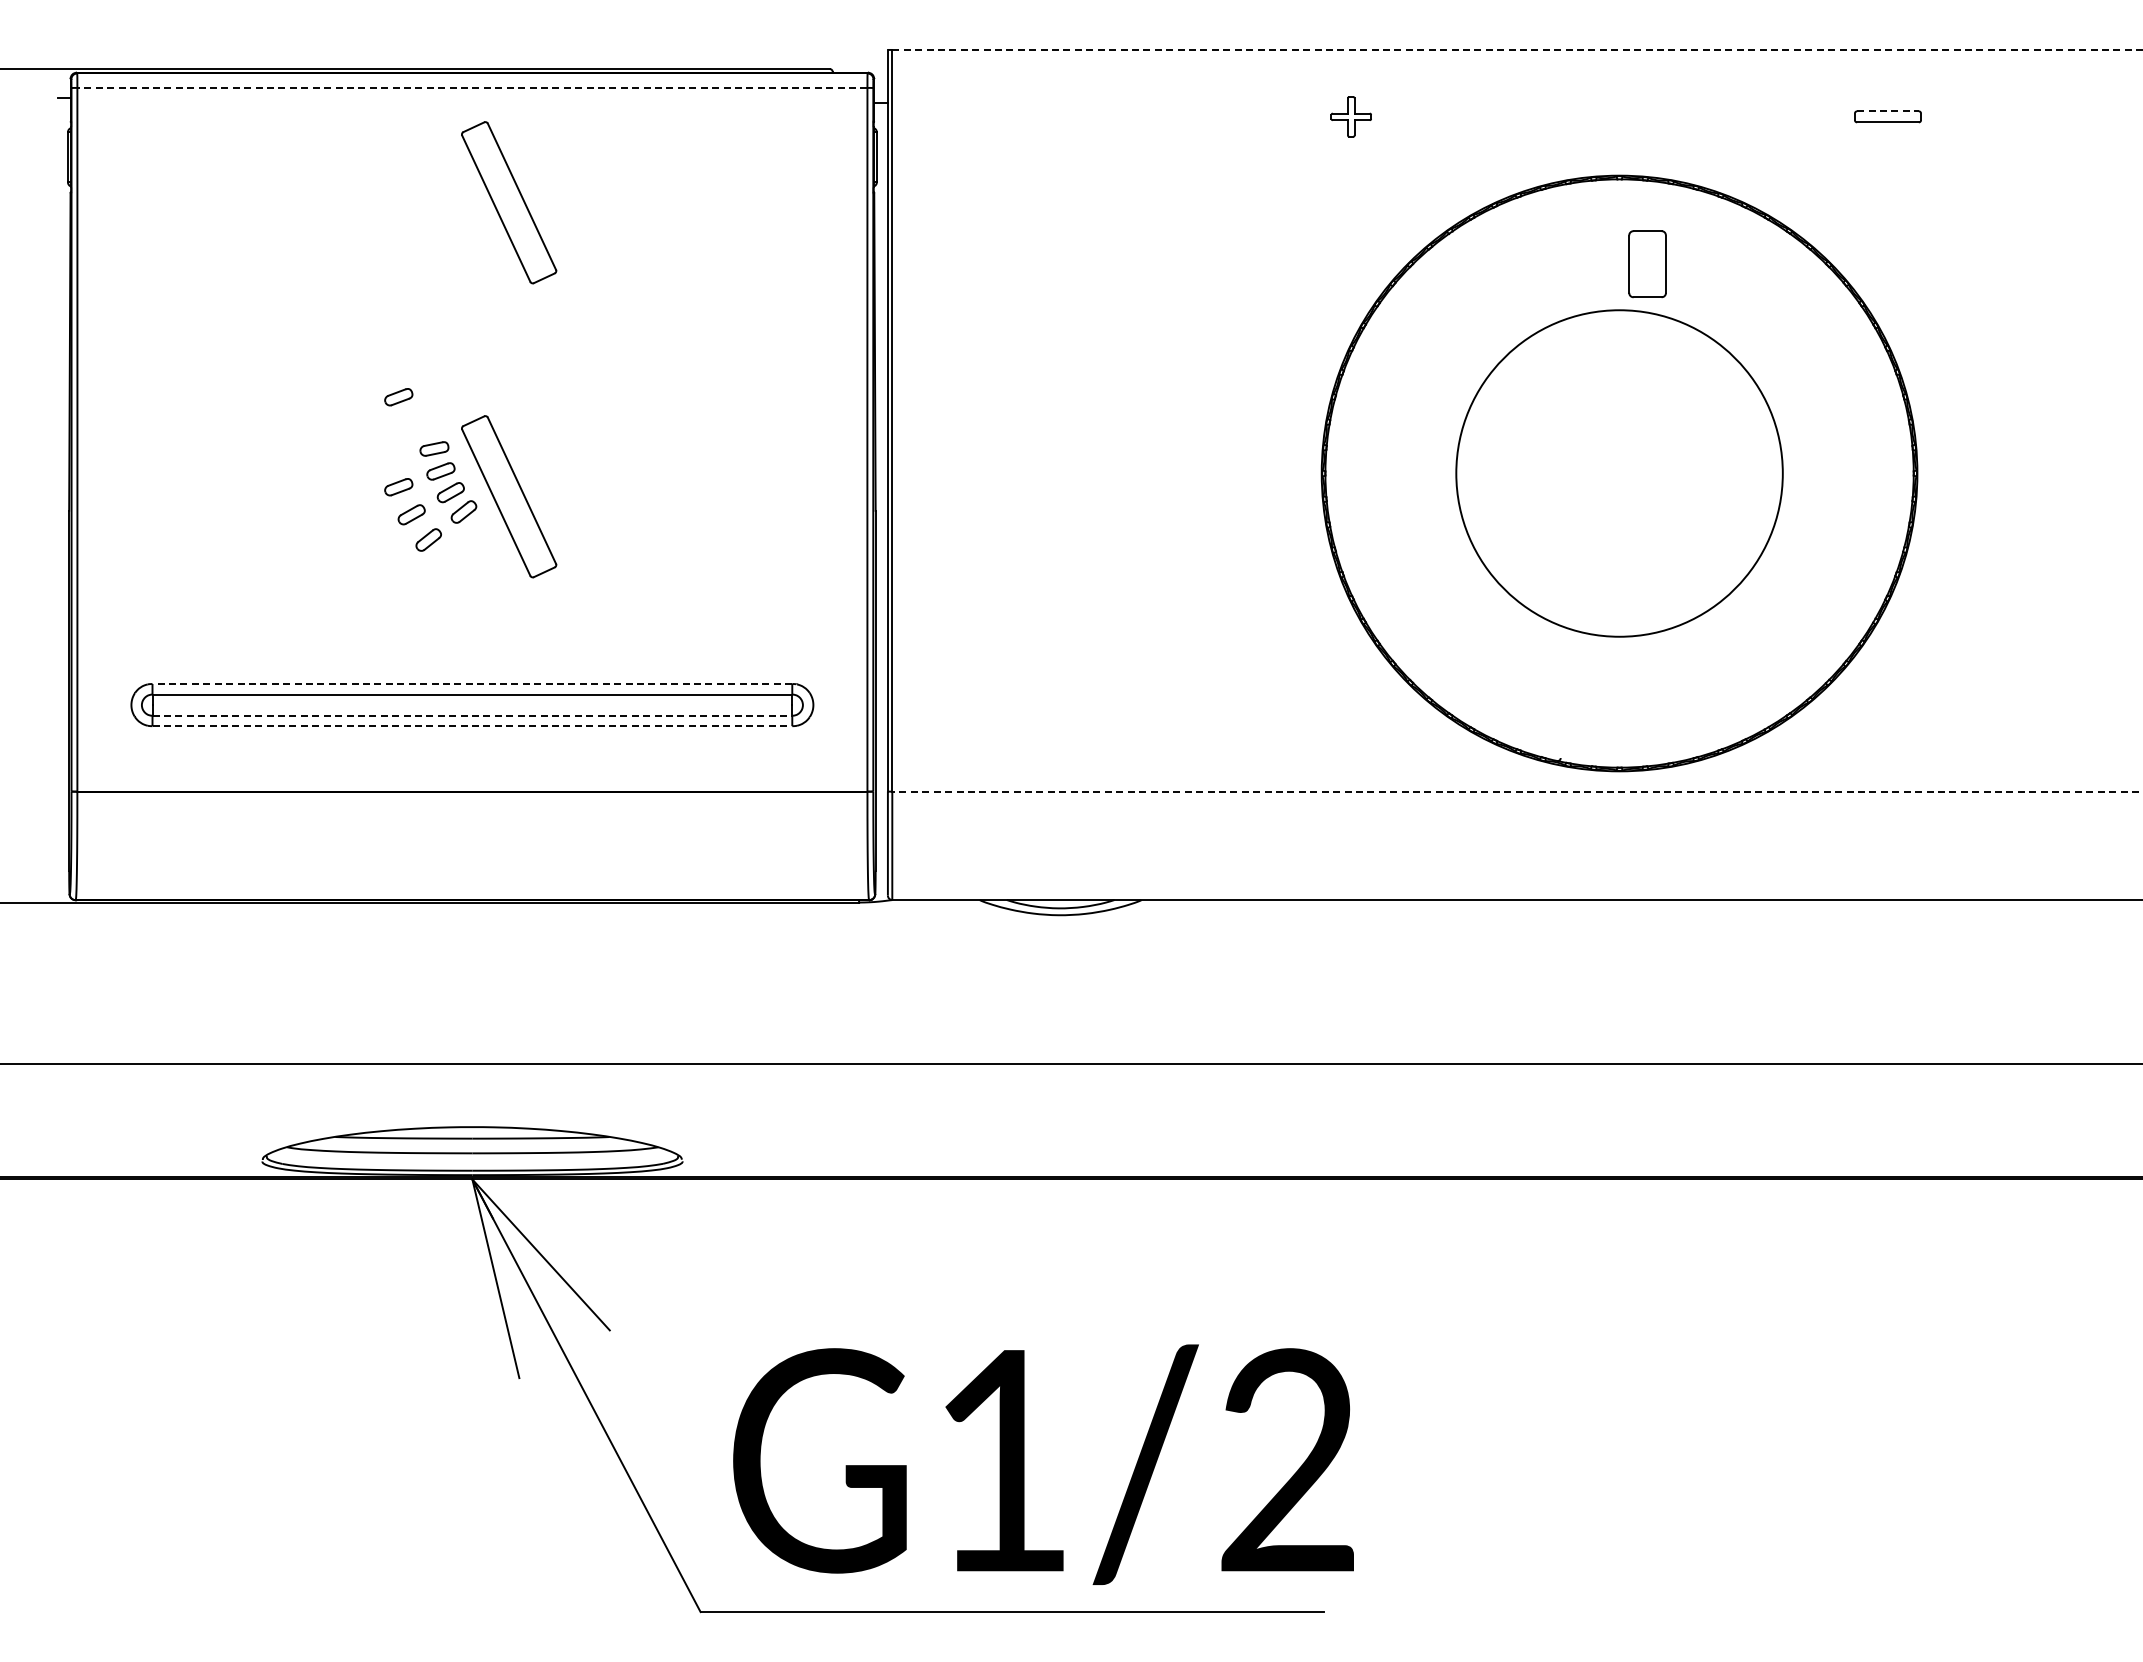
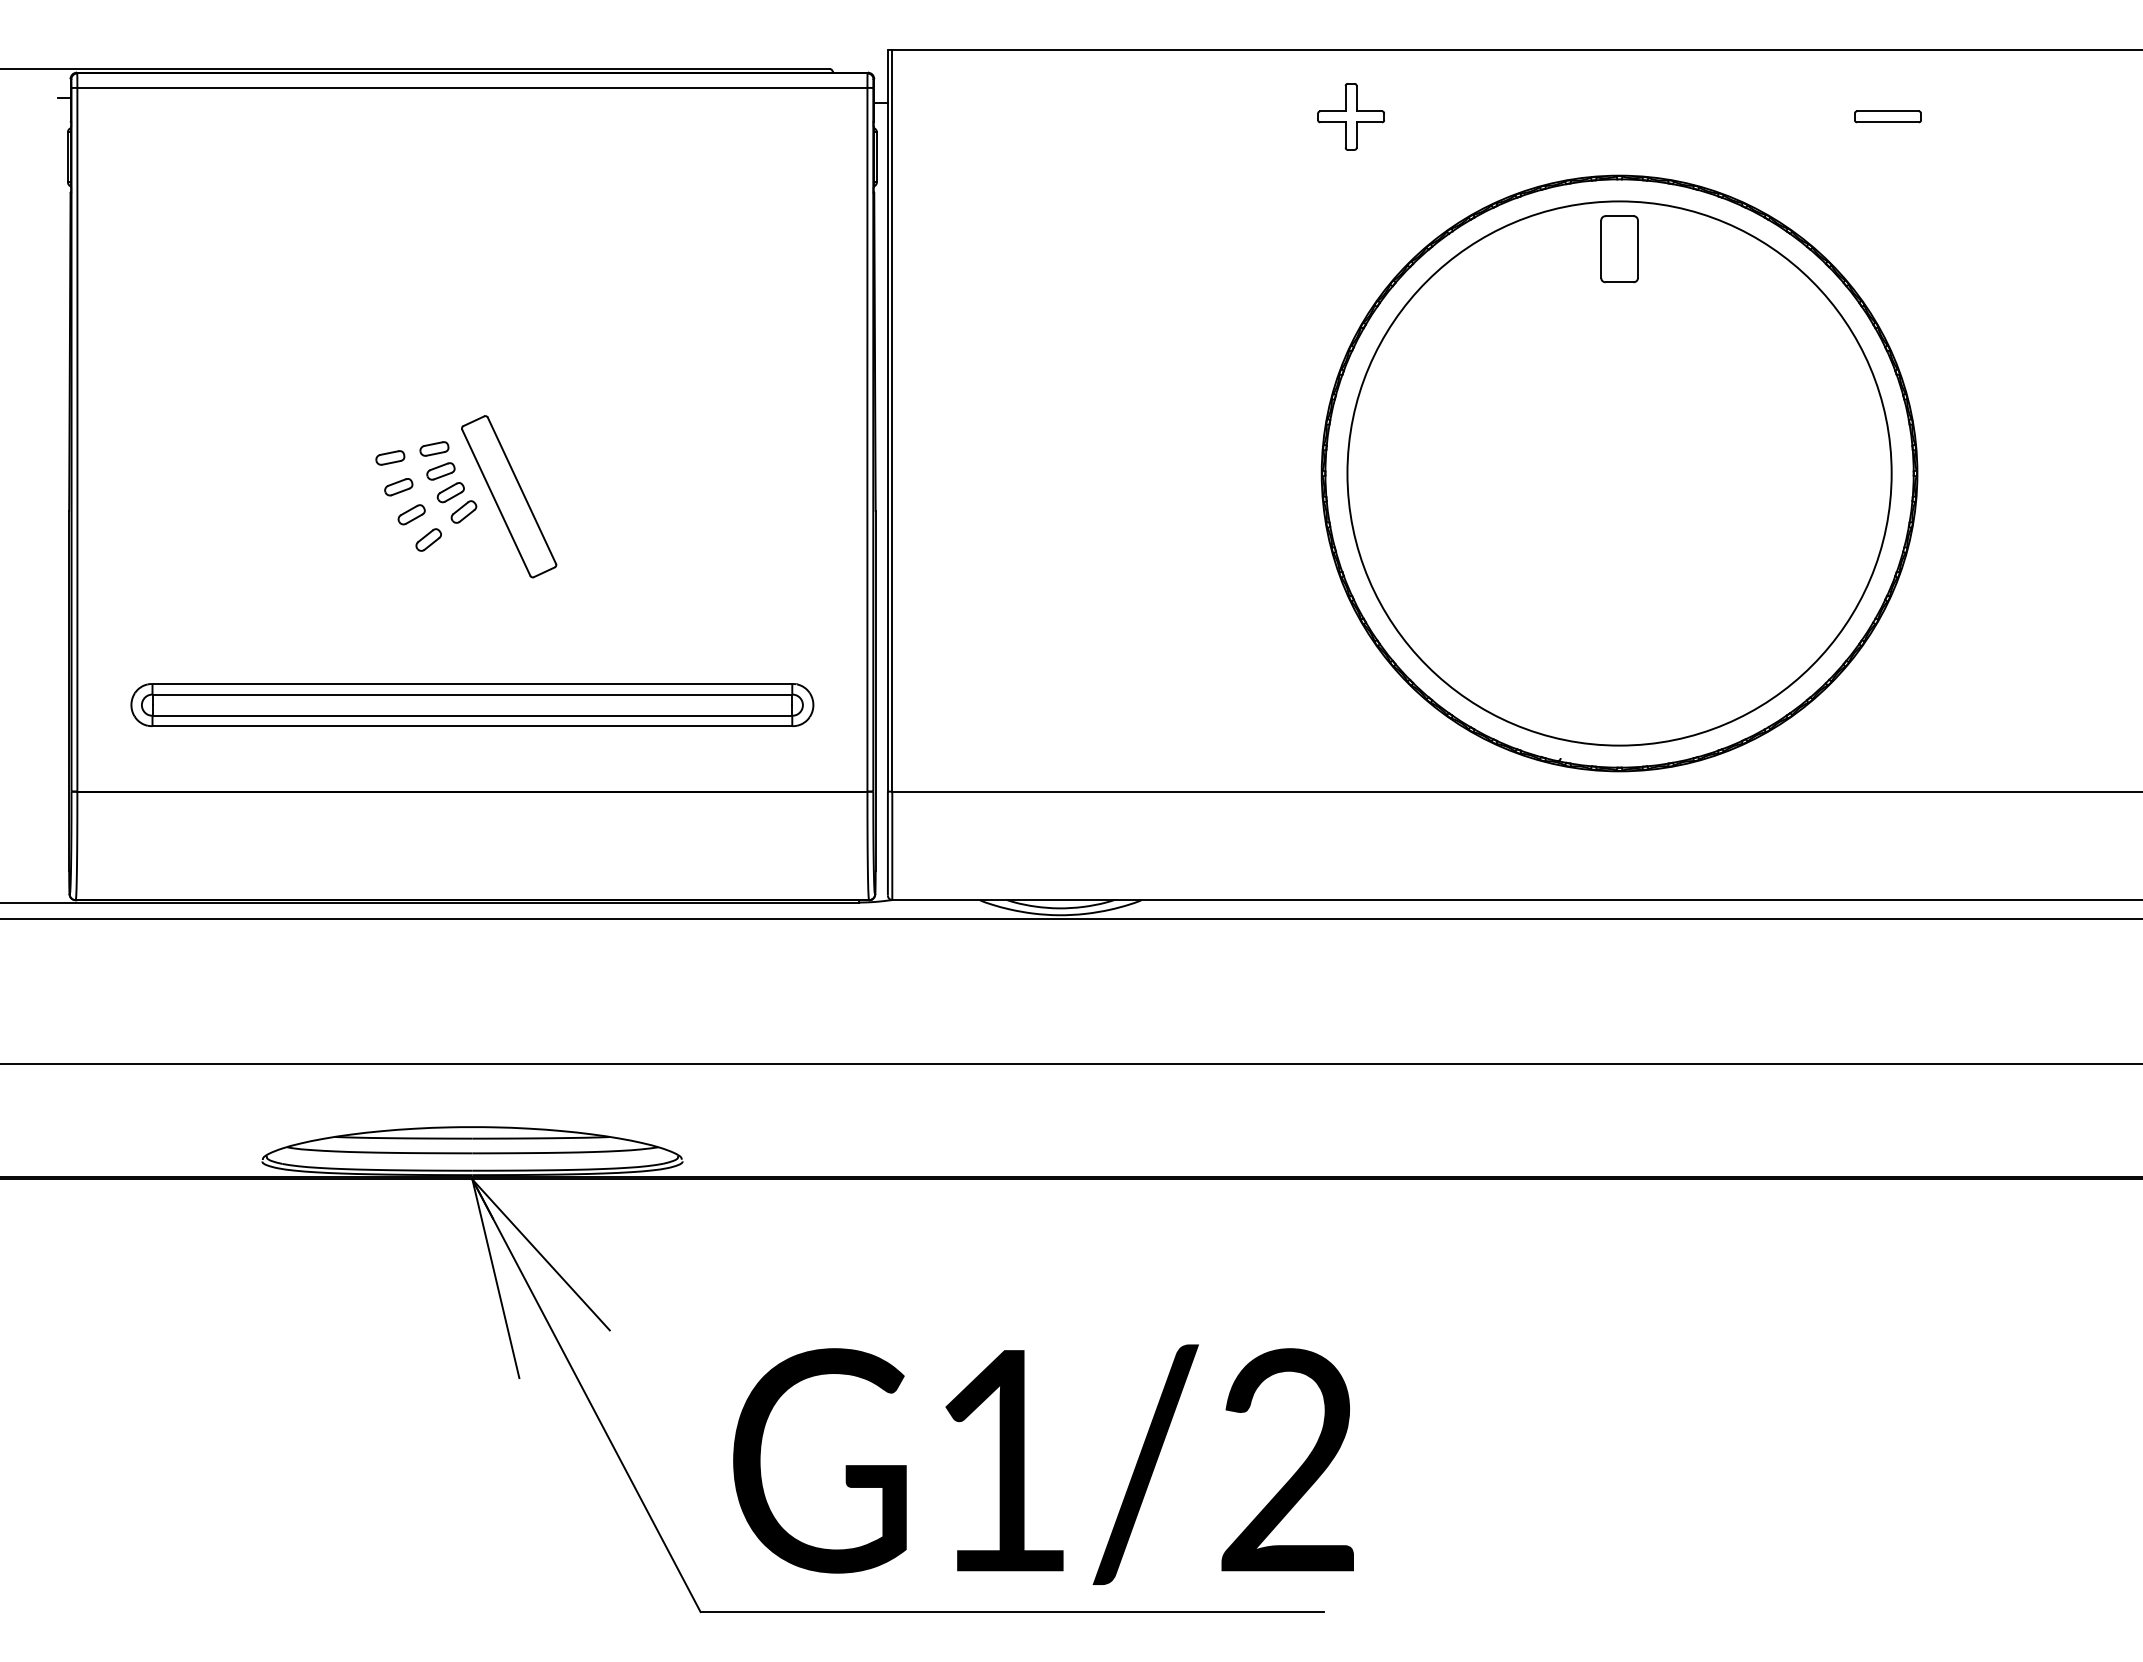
line at (1517, 49): dashed -> solid
line at (471, 87): dashed -> solid
line at (1887, 111): dashed -> solid
part at (1350, 116) size: 42x42 px -> 69x68 px
part at (509, 202): present -> none
part at (1647, 264) position: (1647, 264) -> (1619, 249)
part at (398, 397): present -> none
part at (390, 457): none -> present
circle at (1619, 473) diameter: 327 px -> 544 px
line at (472, 683): dashed -> solid
line at (472, 715): dashed -> solid
line at (472, 726): dashed -> solid
line at (1517, 791): dashed -> solid
line at (1070, 919): none -> present
